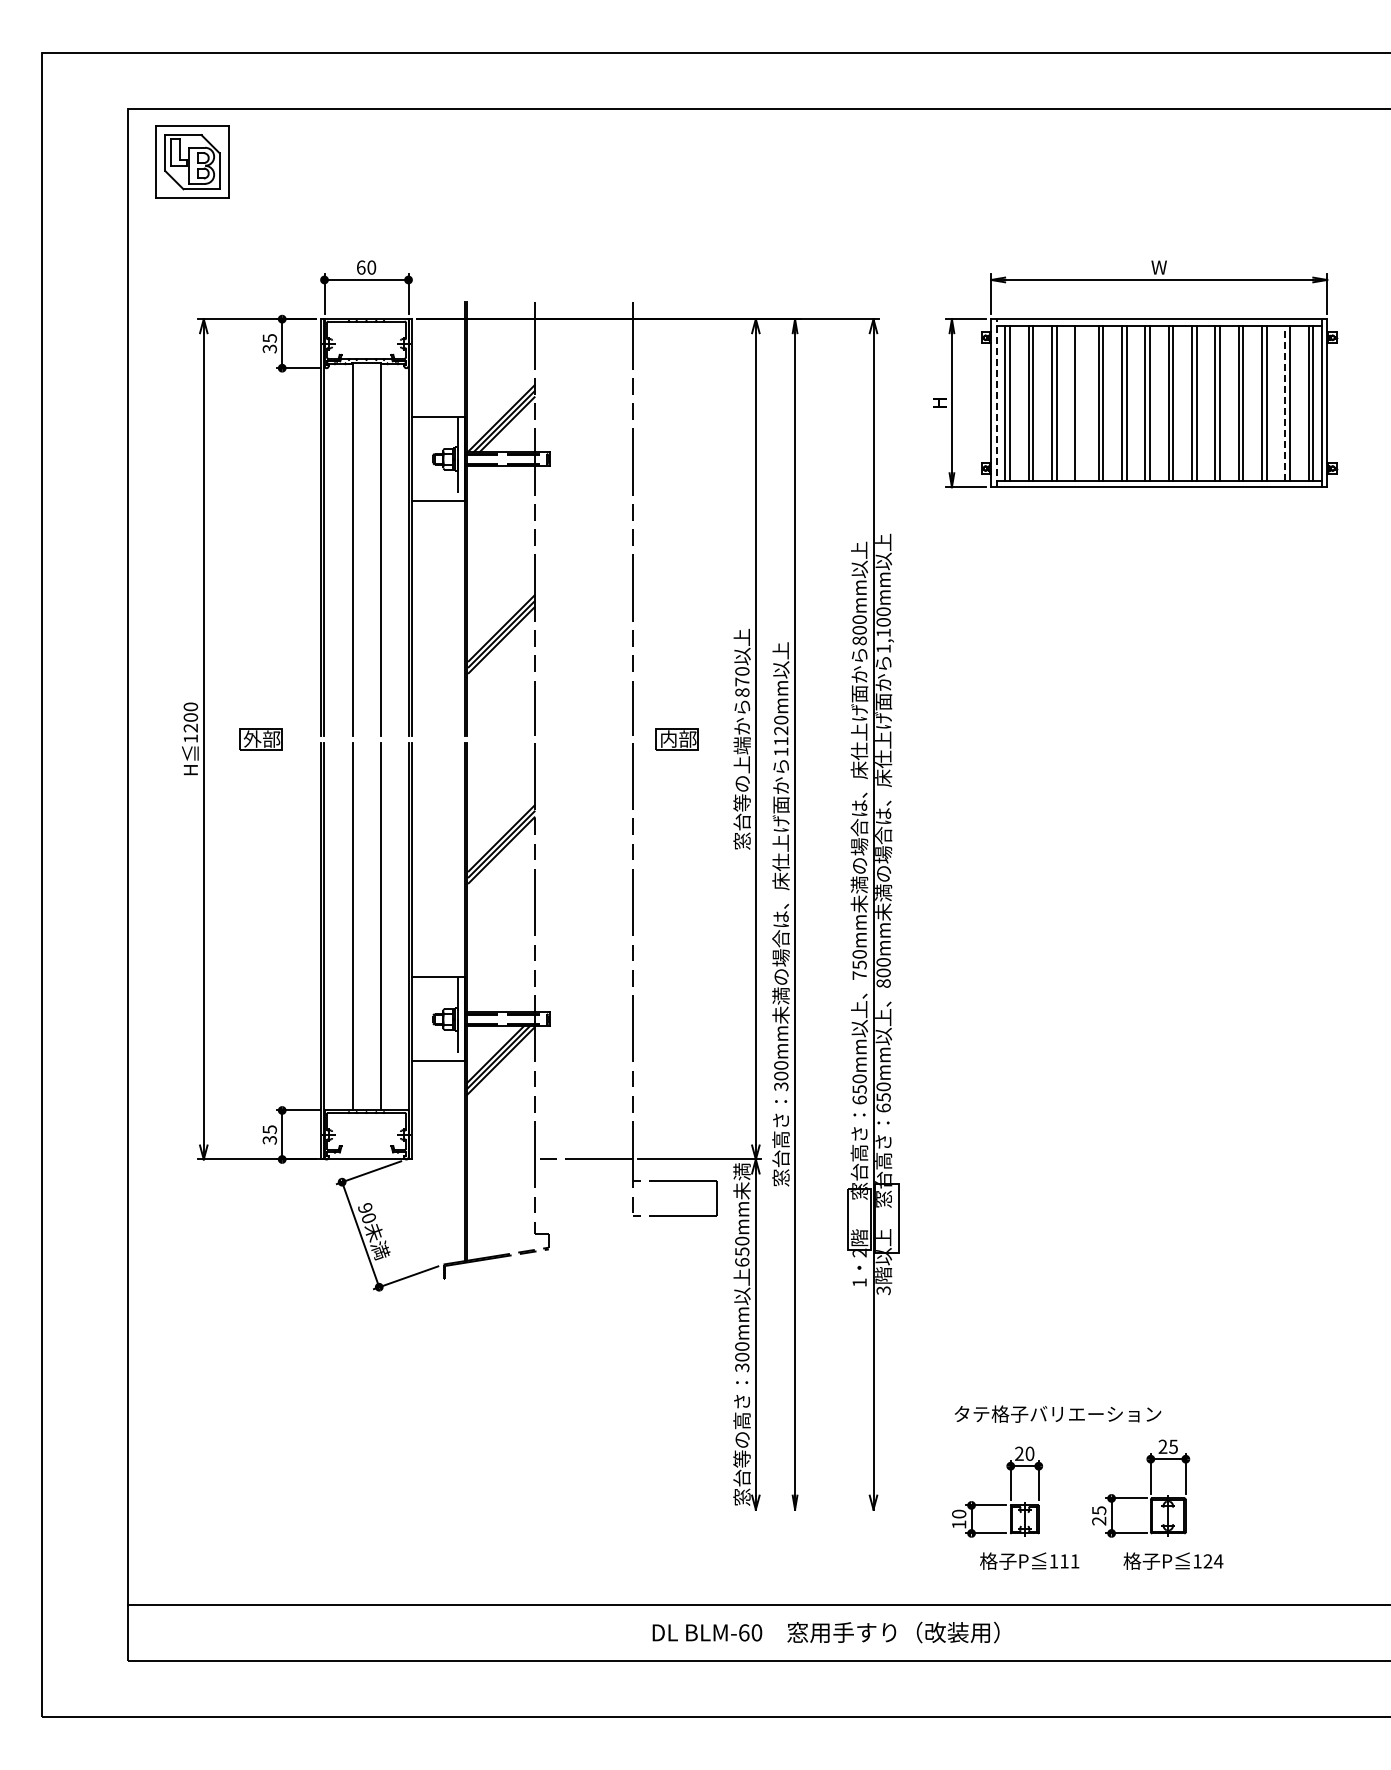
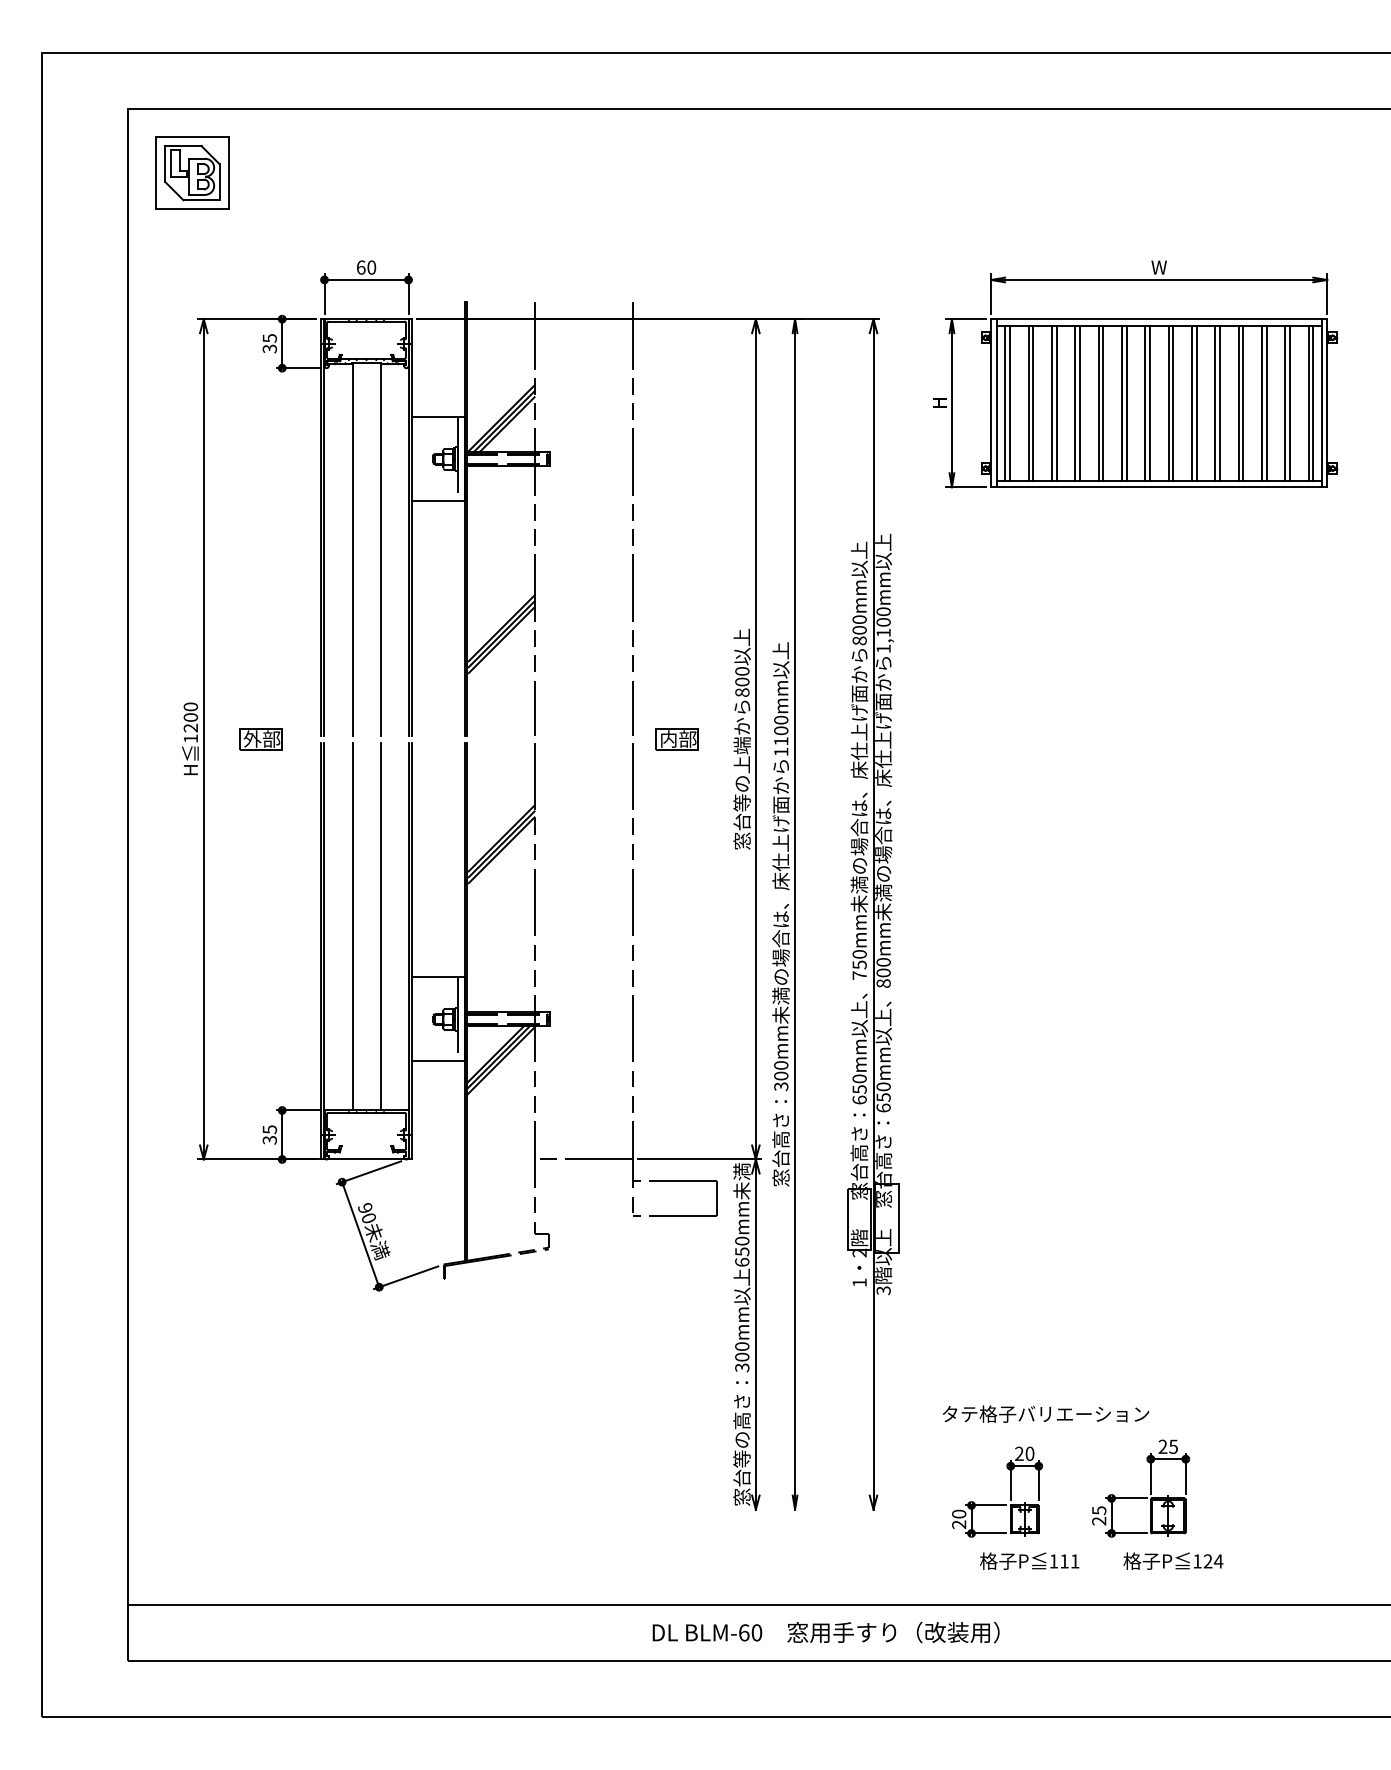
part at (192, 161) position: (192, 161) -> (192, 172)
line at (996, 402): dashed -> solid
line at (1079, 402): none -> present
line at (1285, 402): dashed -> solid
text at (742, 681): 870 -> 800
text at (781, 730): 1120mm -> 1100mm
text at (1058, 1413) position: (1058, 1413) -> (1046, 1413)
text at (959, 1524): 10 -> 20
